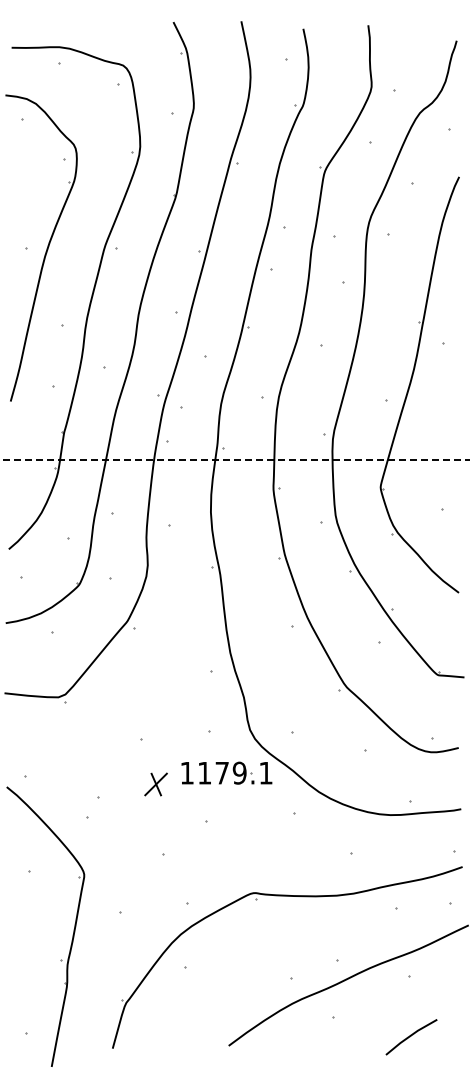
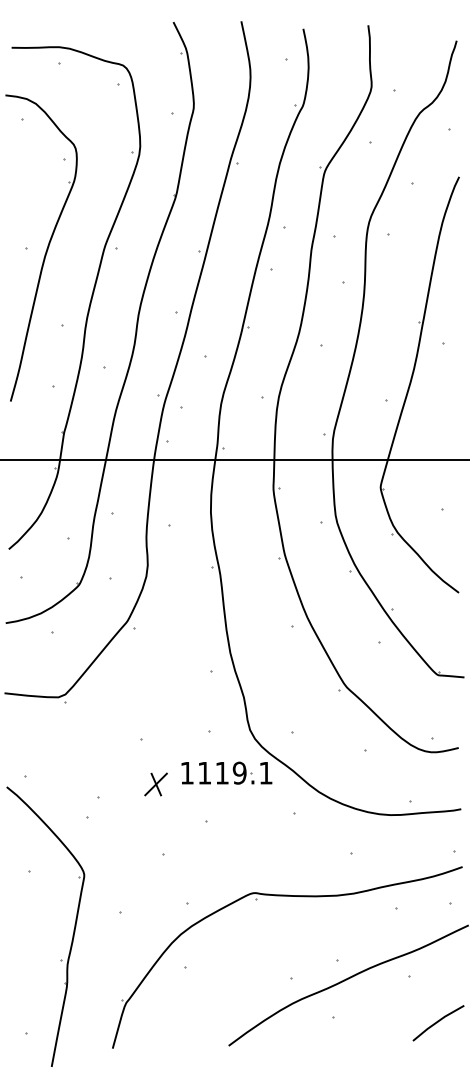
line at (234, 459): dashed -> solid
text at (221, 773): 1179.1 -> 1119.1
line at (411, 1036) position: (411, 1036) -> (438, 1022)
